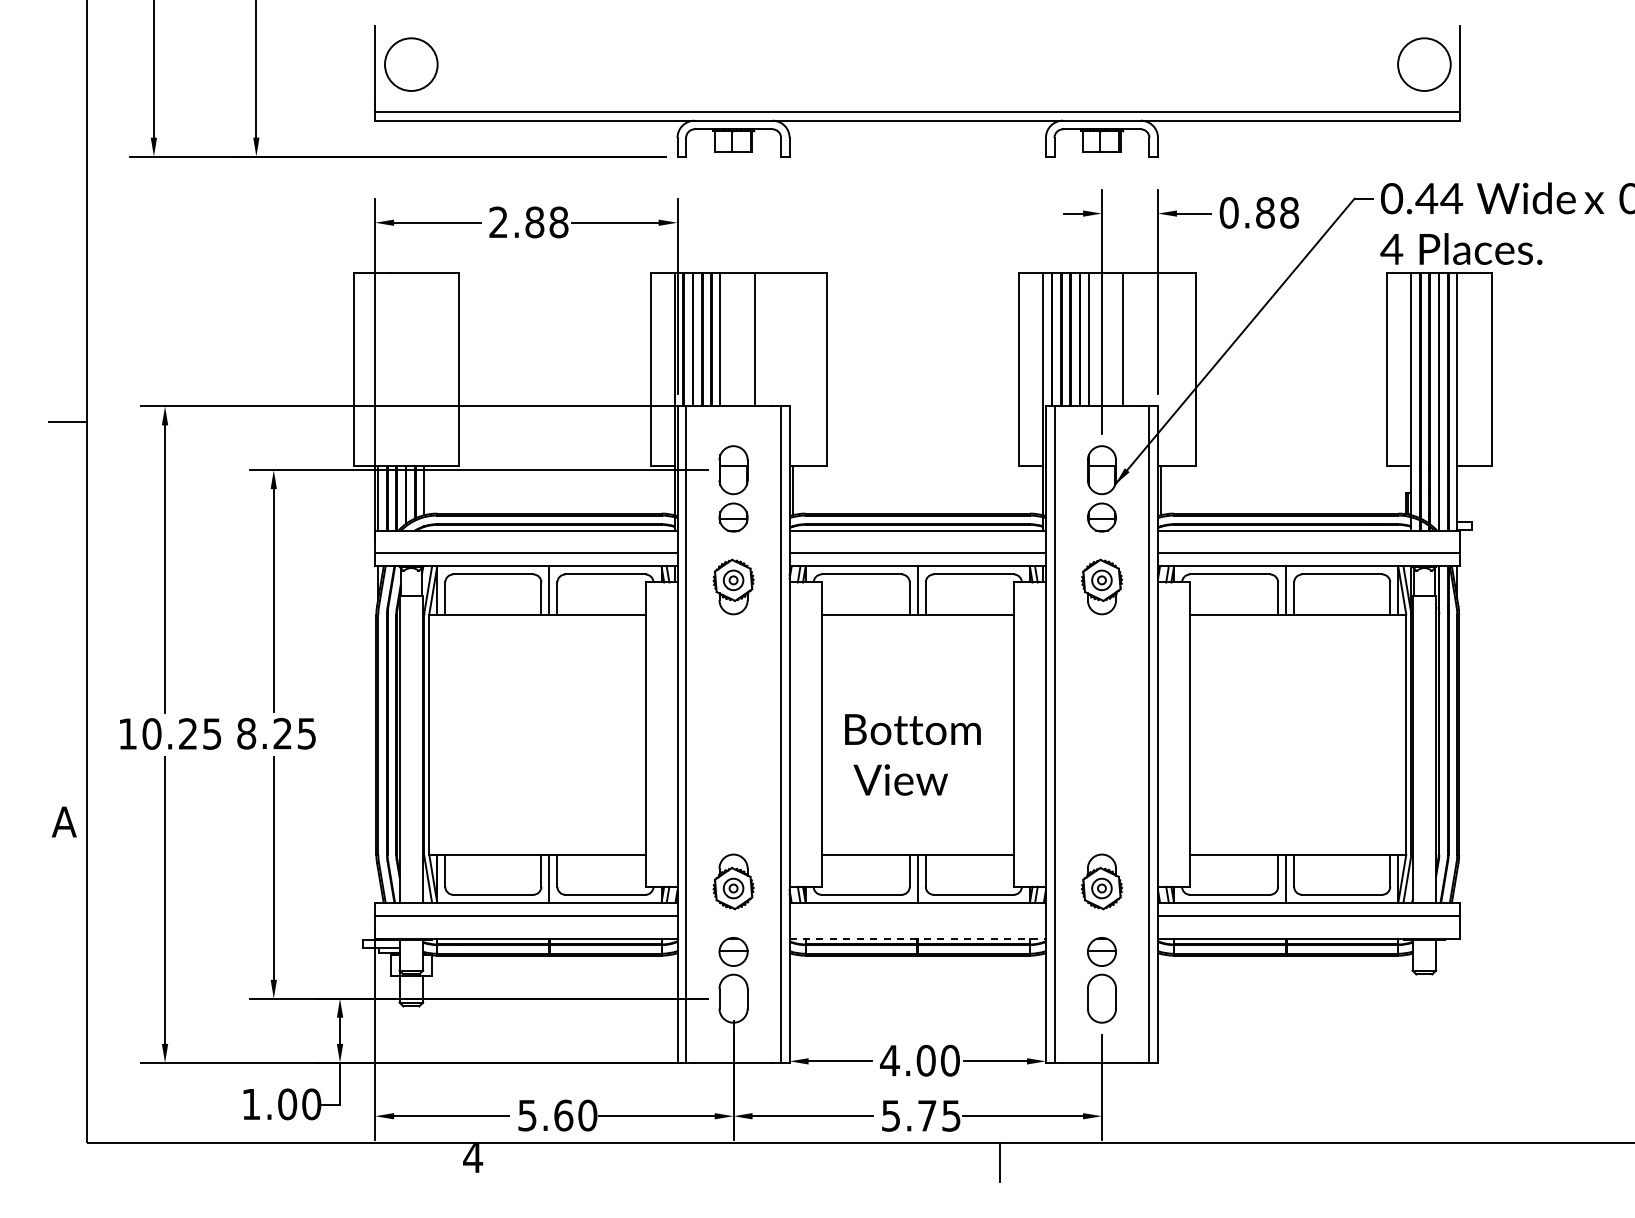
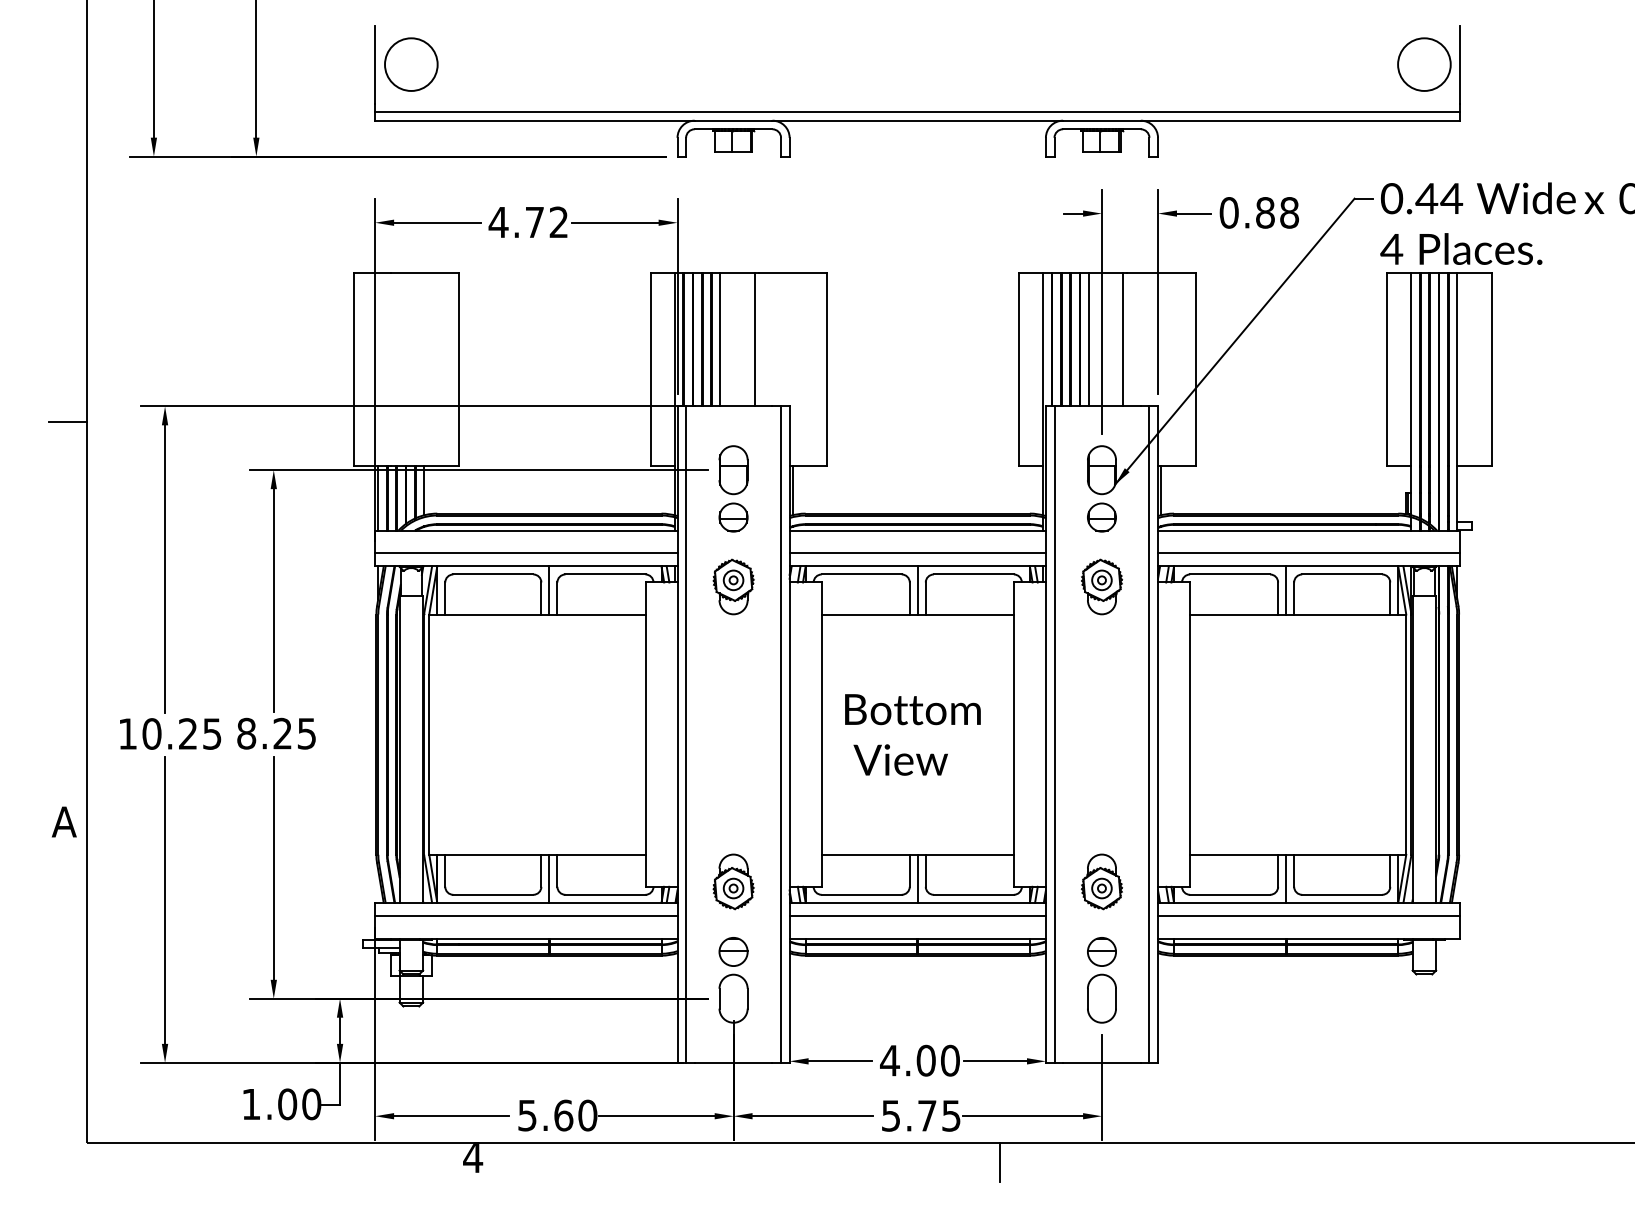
text at (528, 222): 2.88 -> 4.72
text at (912, 754) position: (912, 754) -> (912, 734)
line at (917, 916): none -> present
line at (918, 938): dashed -> solid
